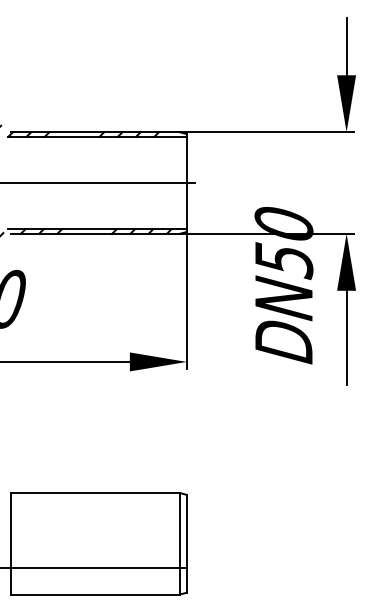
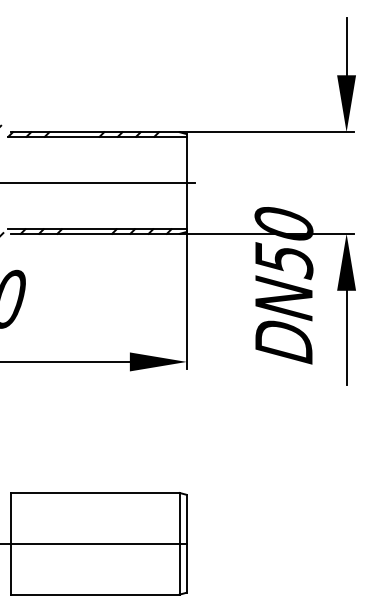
line at (94, 567) position: (94, 567) -> (94, 543)
